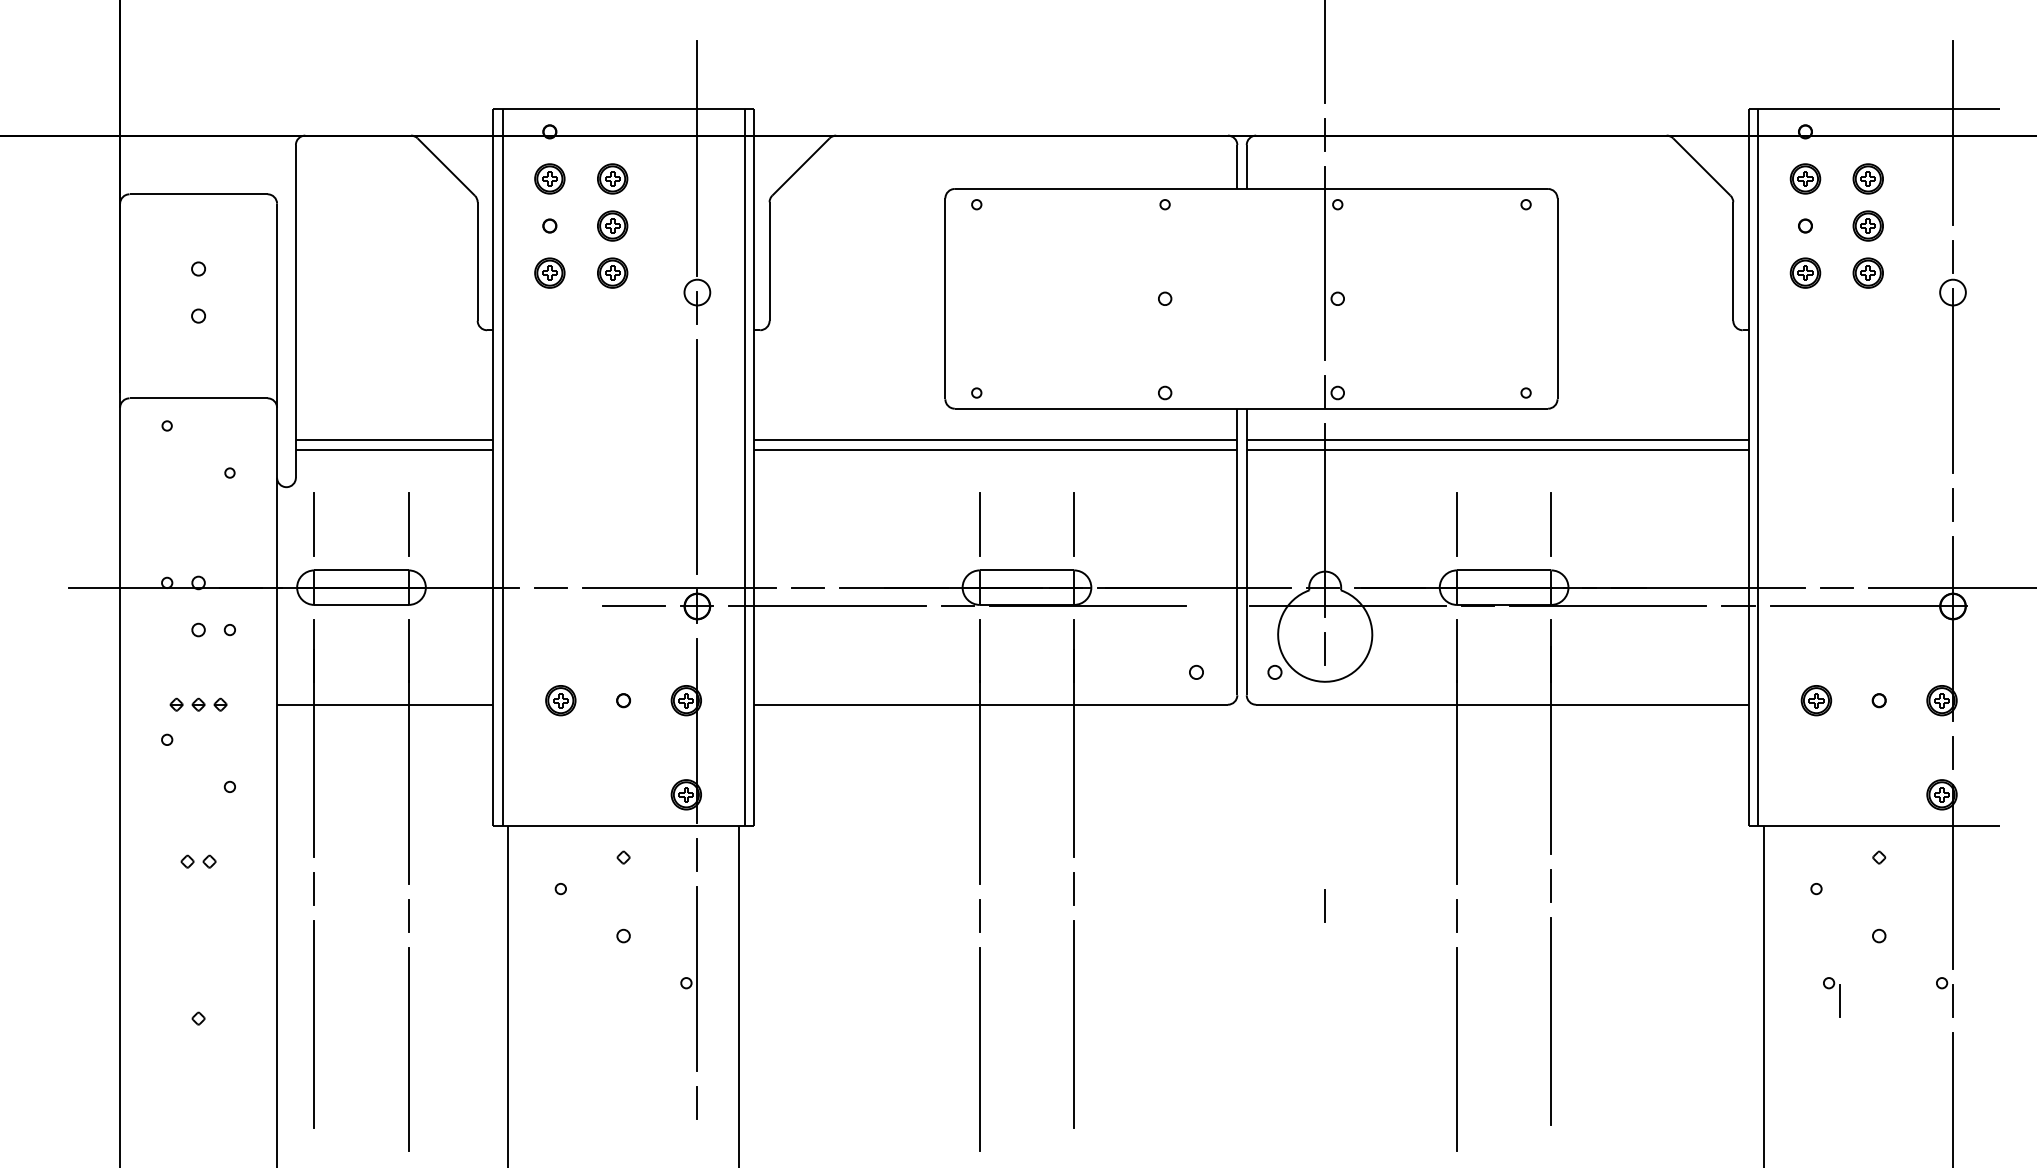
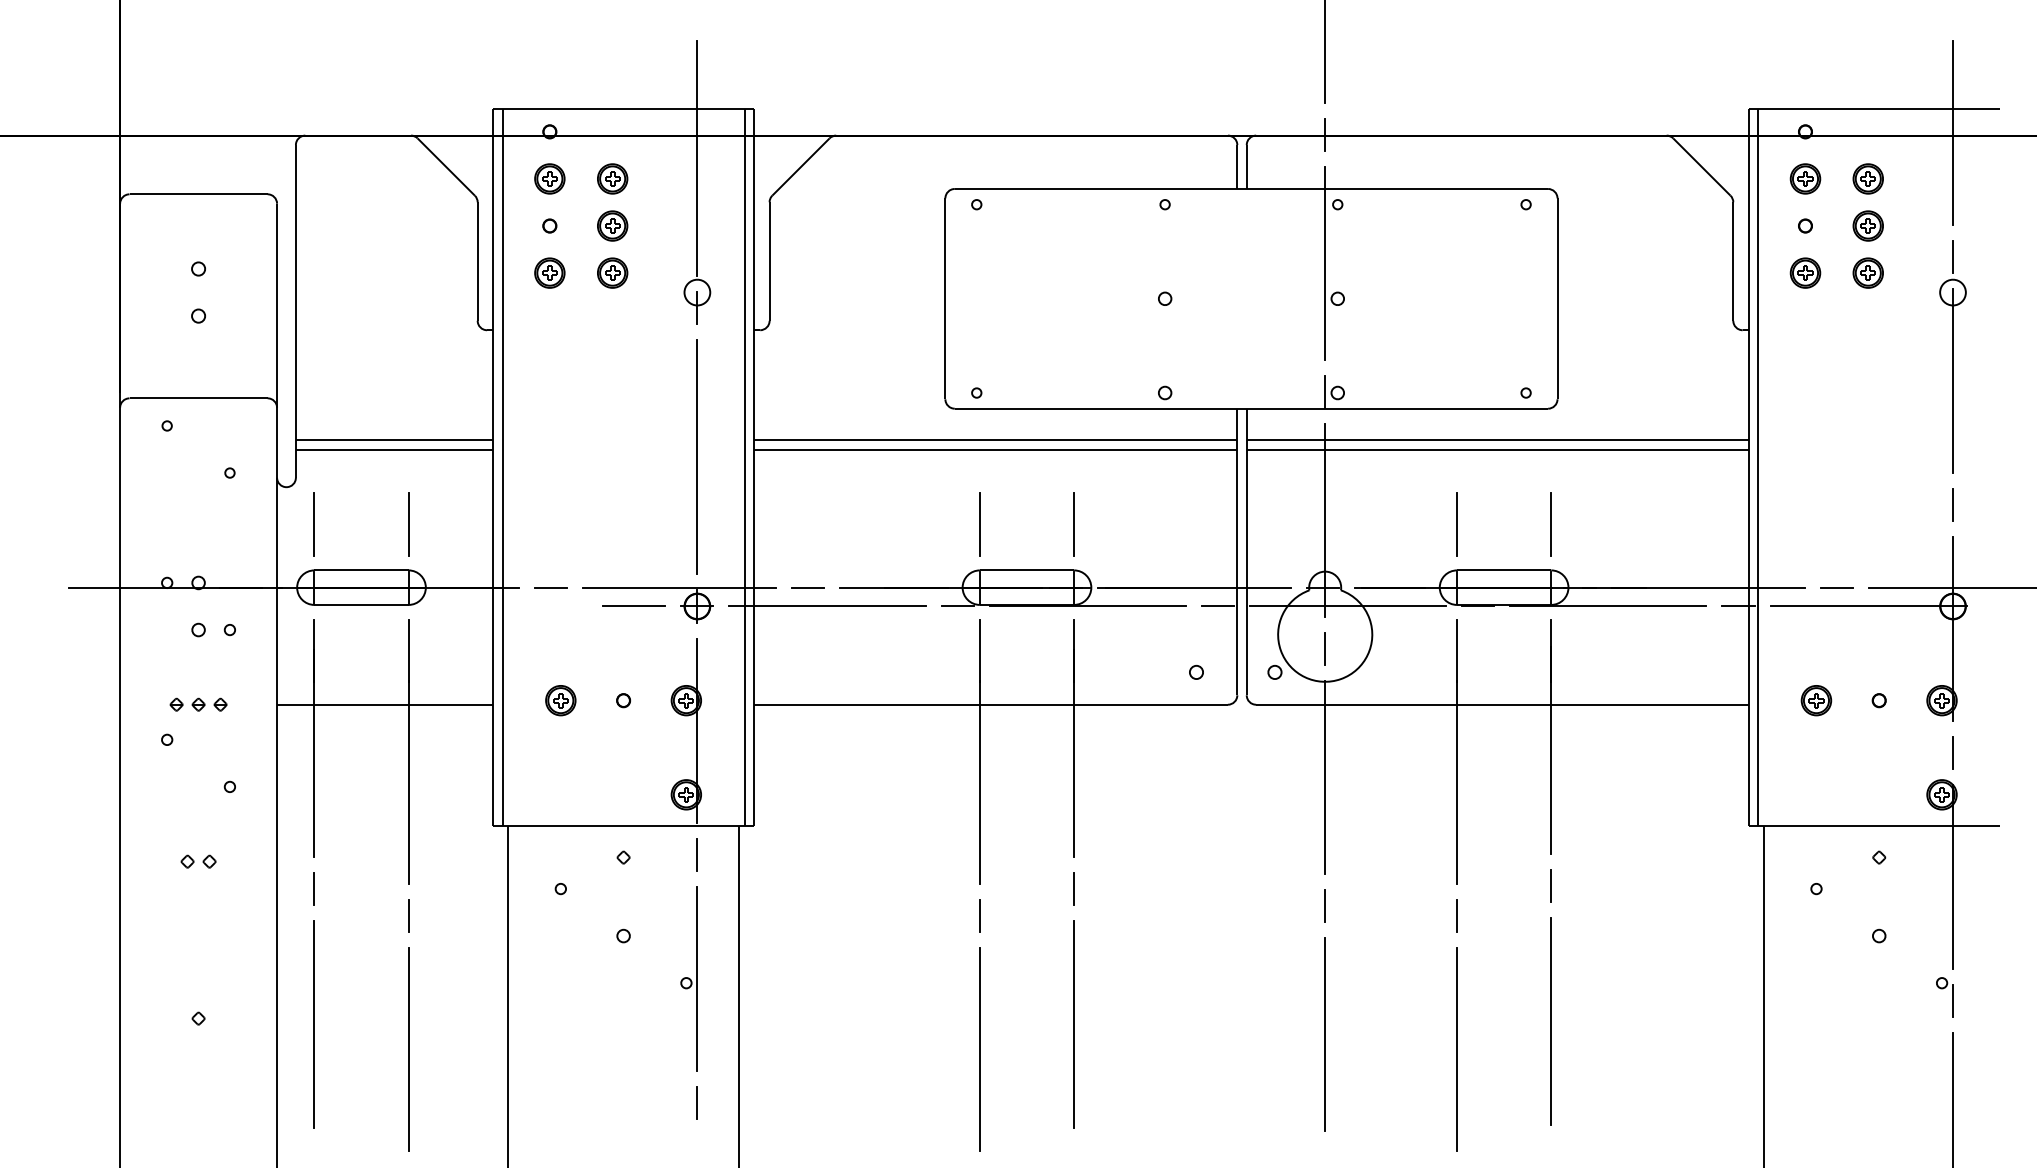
line at (1217, 606): none -> present
line at (1325, 777): none -> present
part at (1839, 997): present -> none
line at (1324, 1034): none -> present
